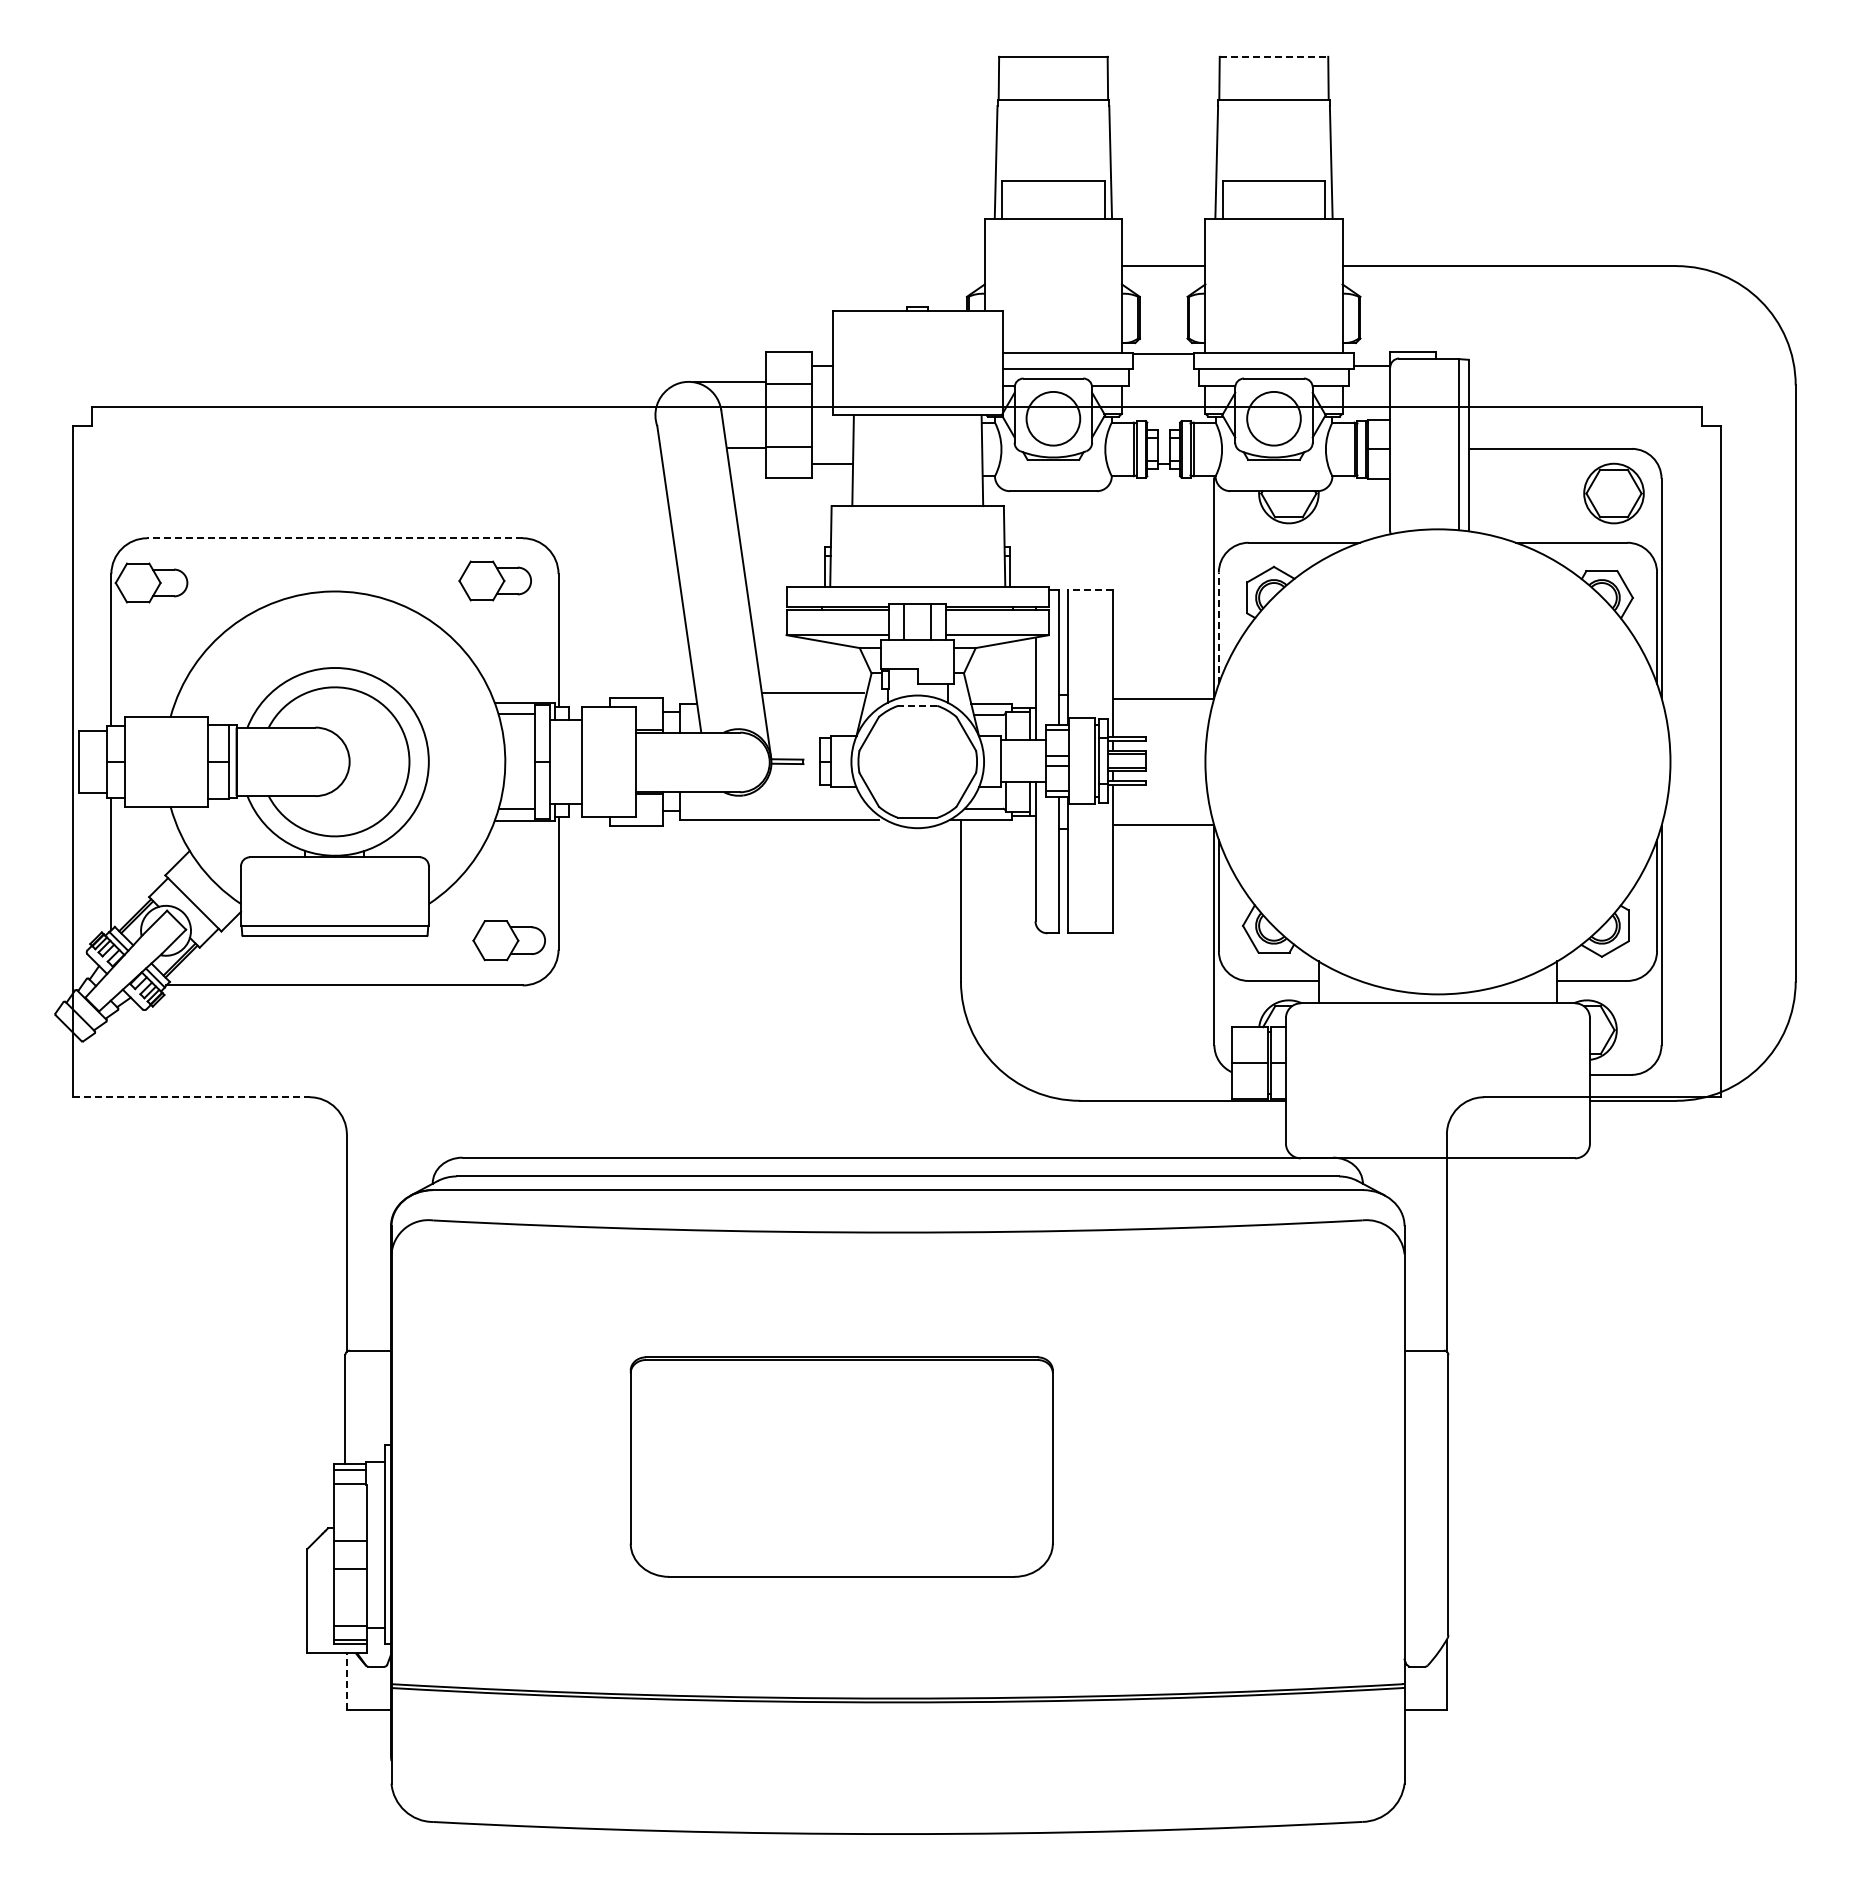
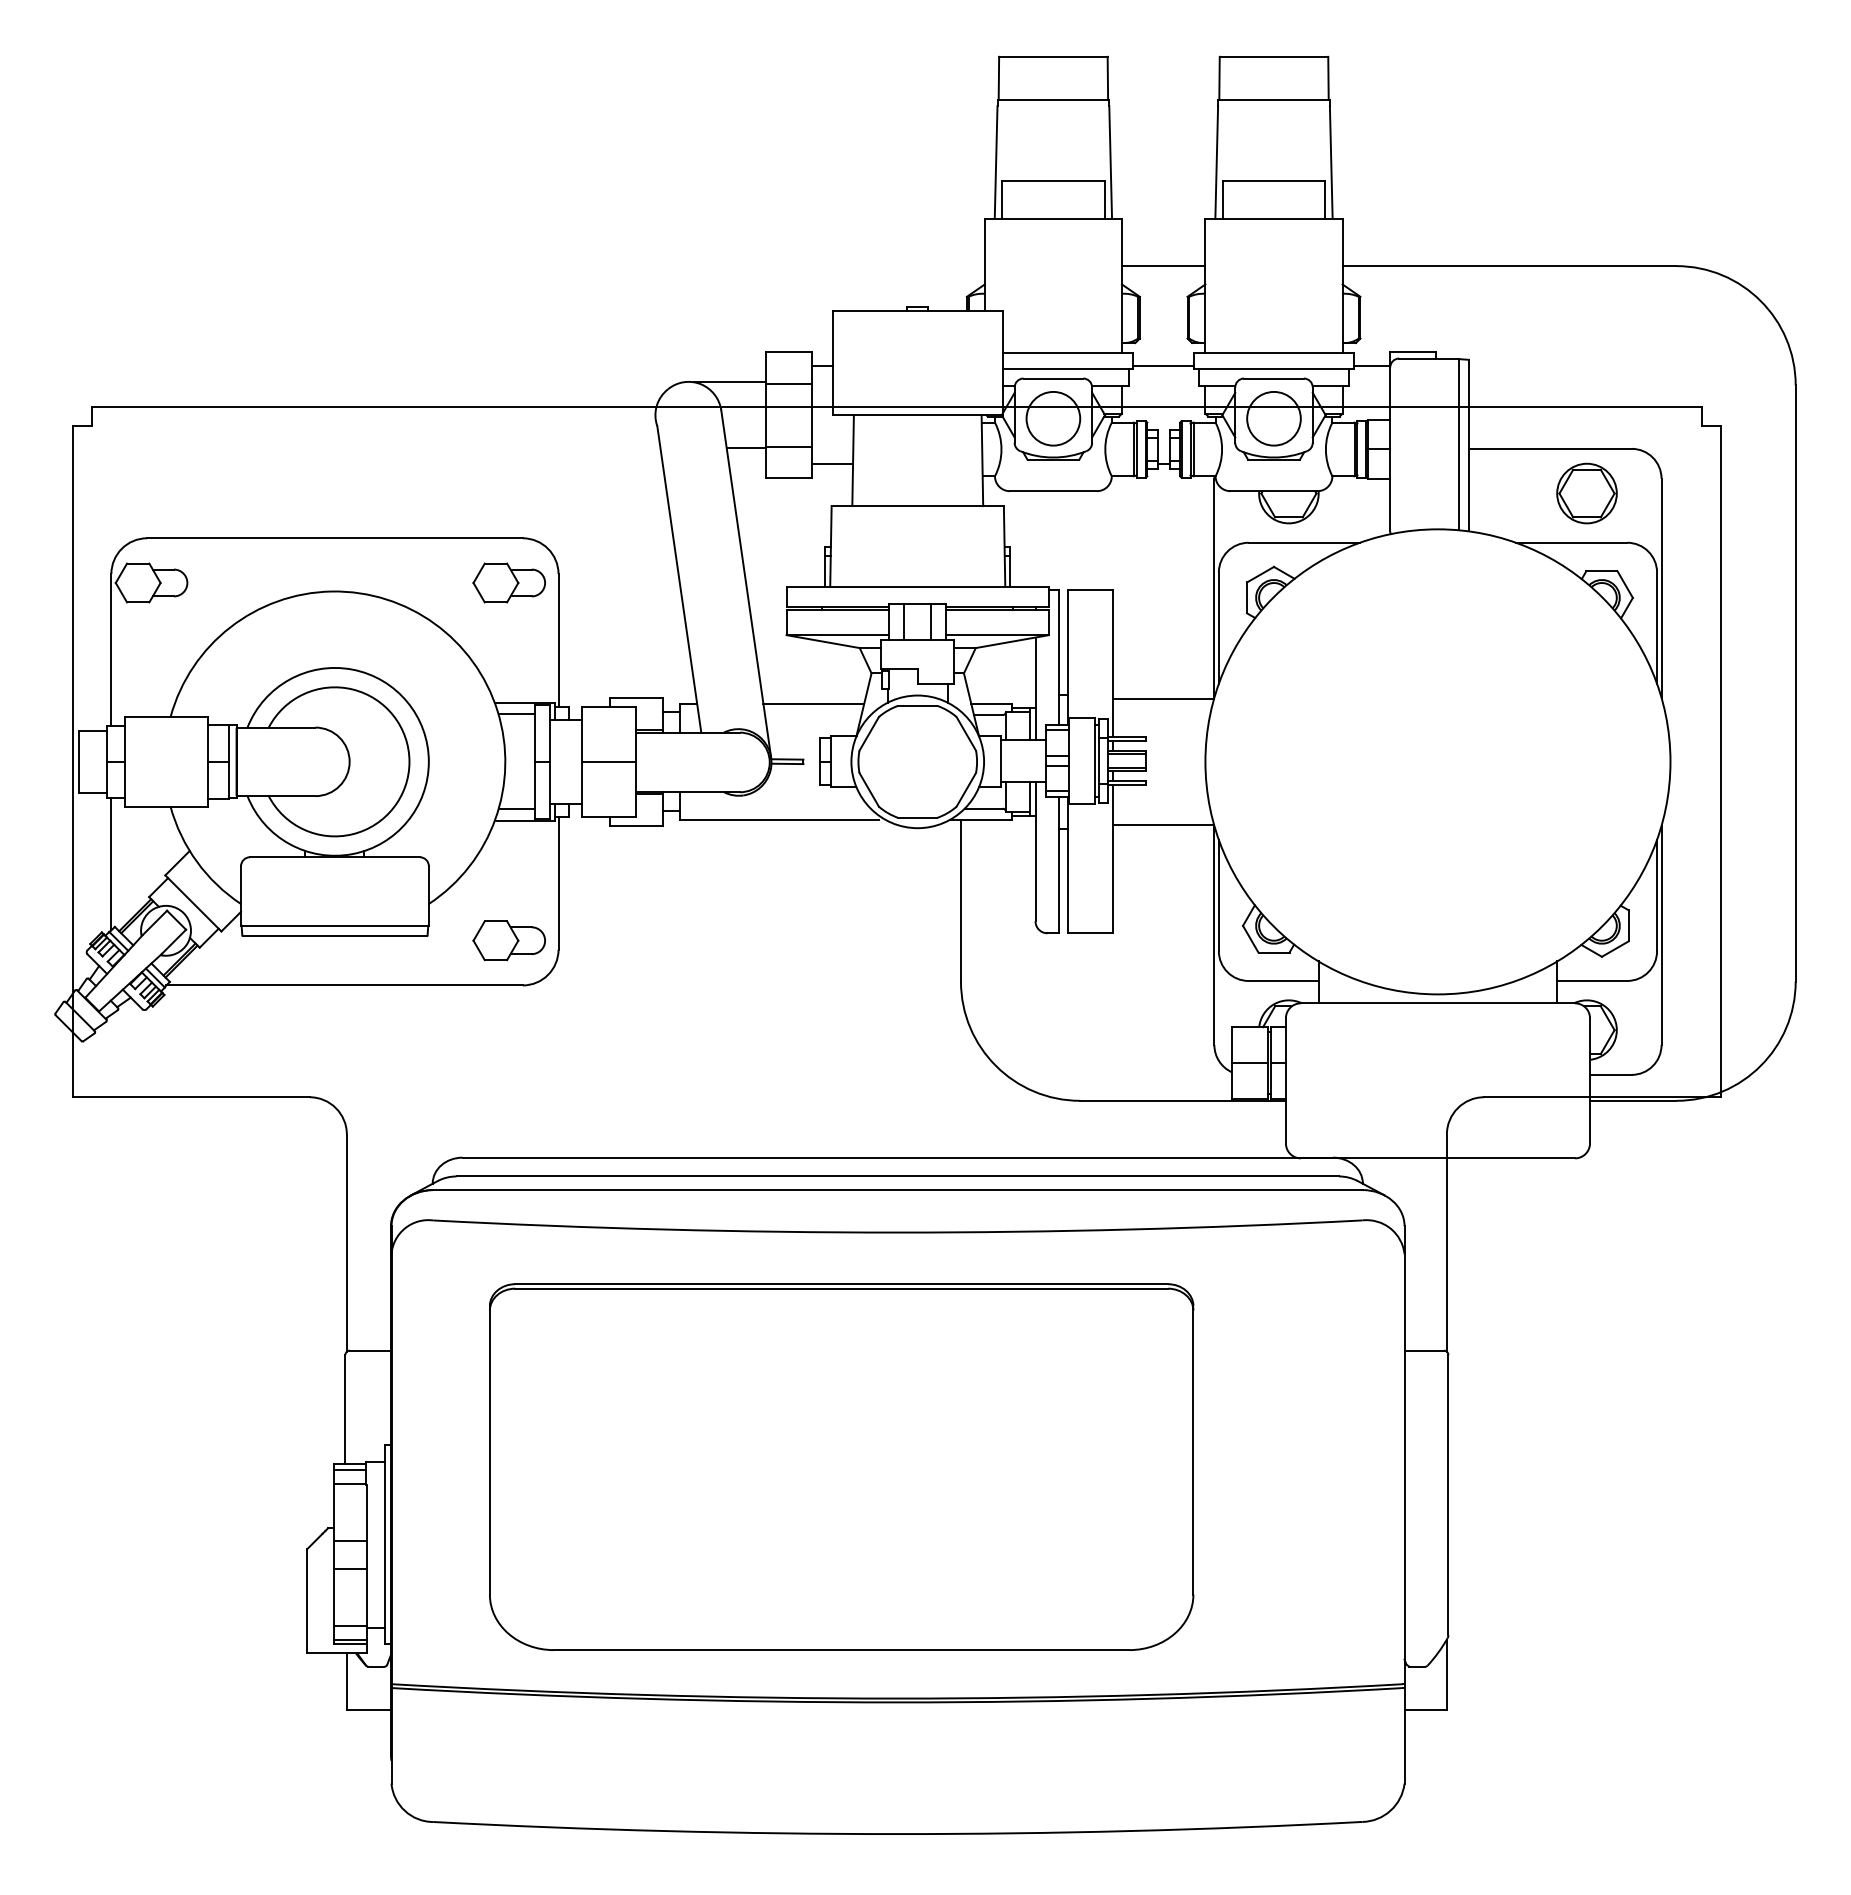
line at (1274, 56): dashed -> solid
line at (1163, 353) position: (1163, 353) -> (1163, 365)
part at (1613, 493) position: (1613, 493) -> (1586, 493)
line at (334, 538): dashed -> solid
part at (494, 580) position: (494, 580) -> (508, 582)
line at (1090, 590): dashed -> solid
line at (1218, 628): dashed -> solid
line at (813, 692) position: (813, 692) -> (813, 703)
line at (917, 705): dashed -> solid
line at (608, 761): none -> present
line at (191, 1097): dashed -> solid
part at (841, 1466) size: 425x222 px -> 706x368 px
line at (346, 1681): dashed -> solid
